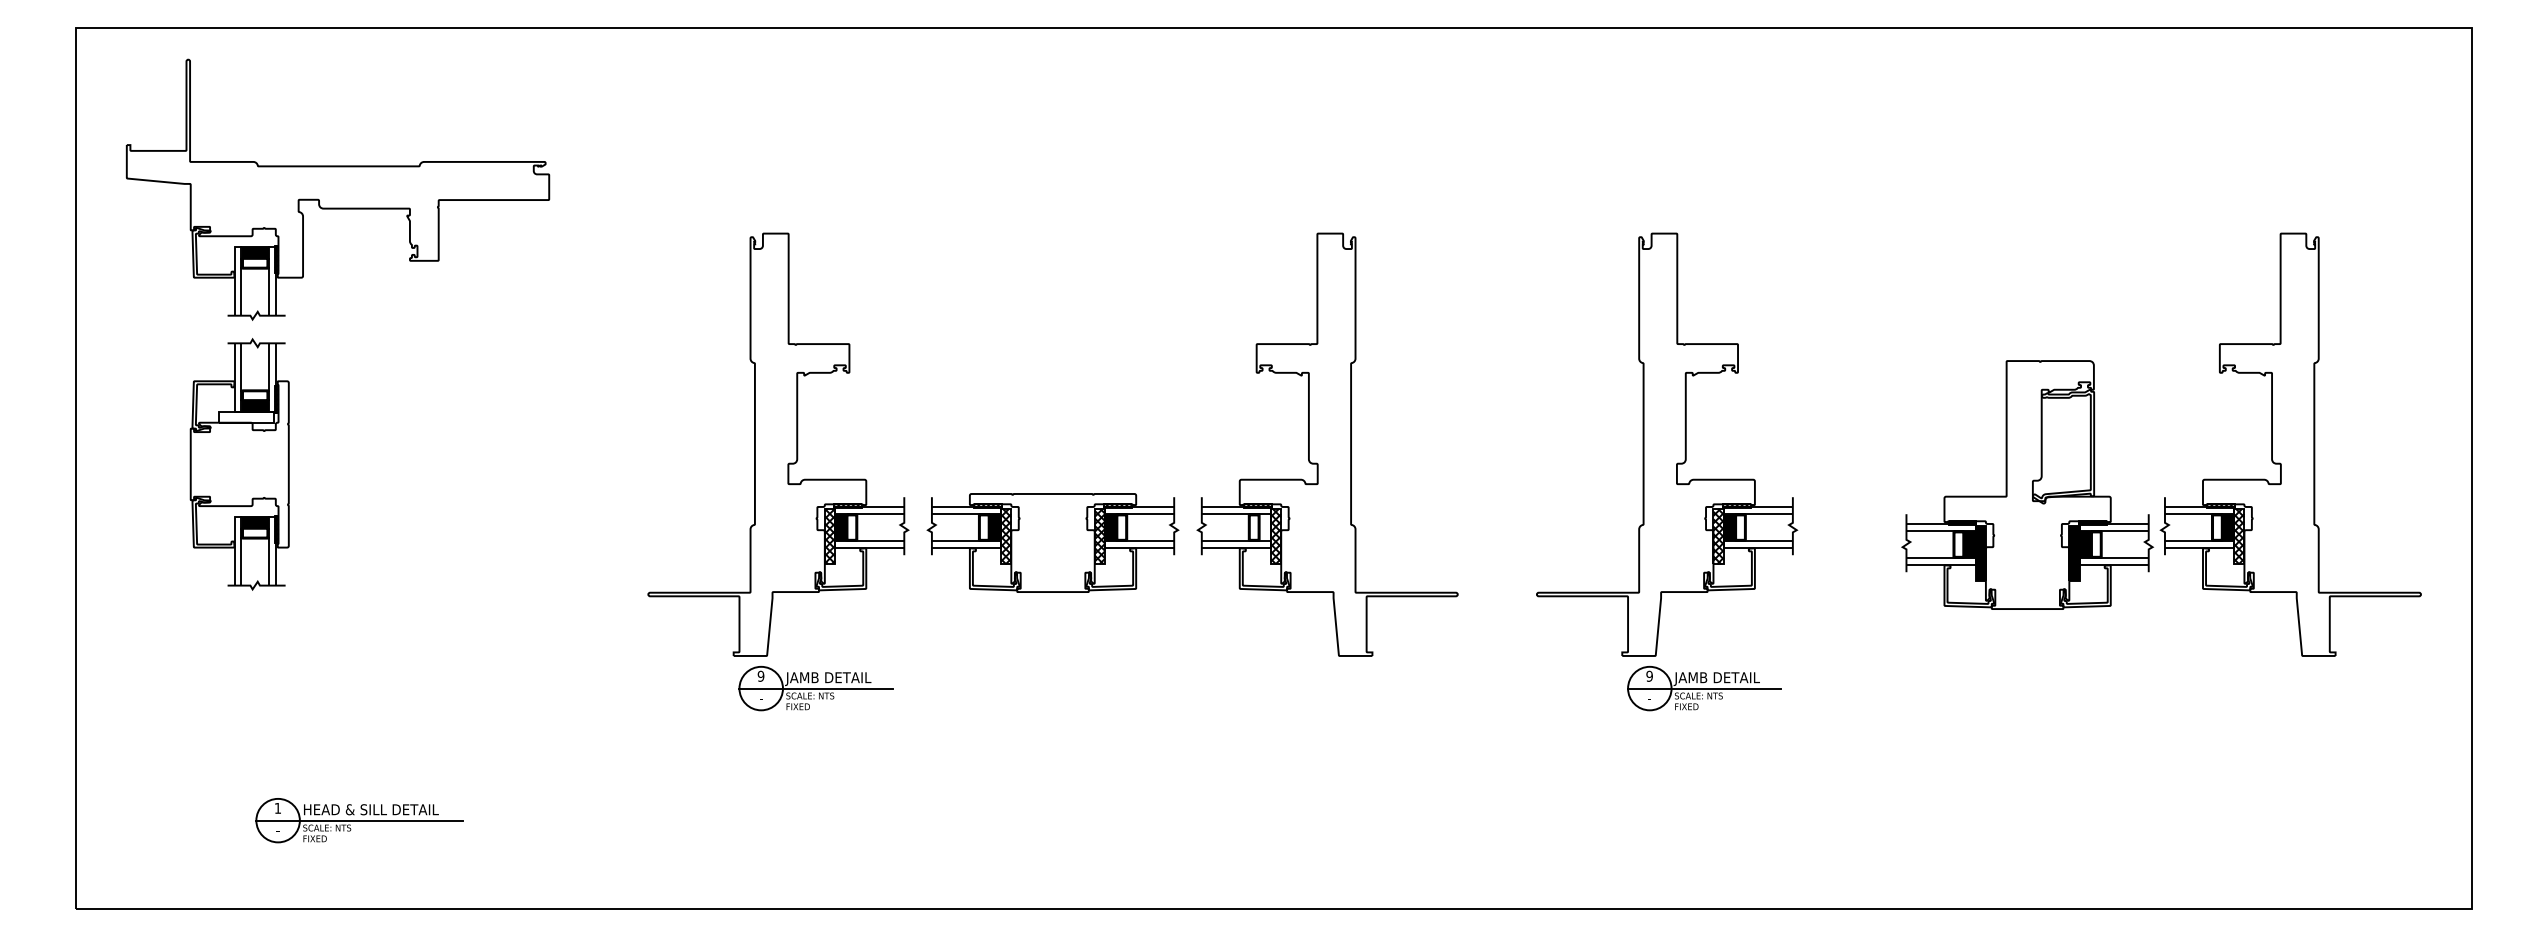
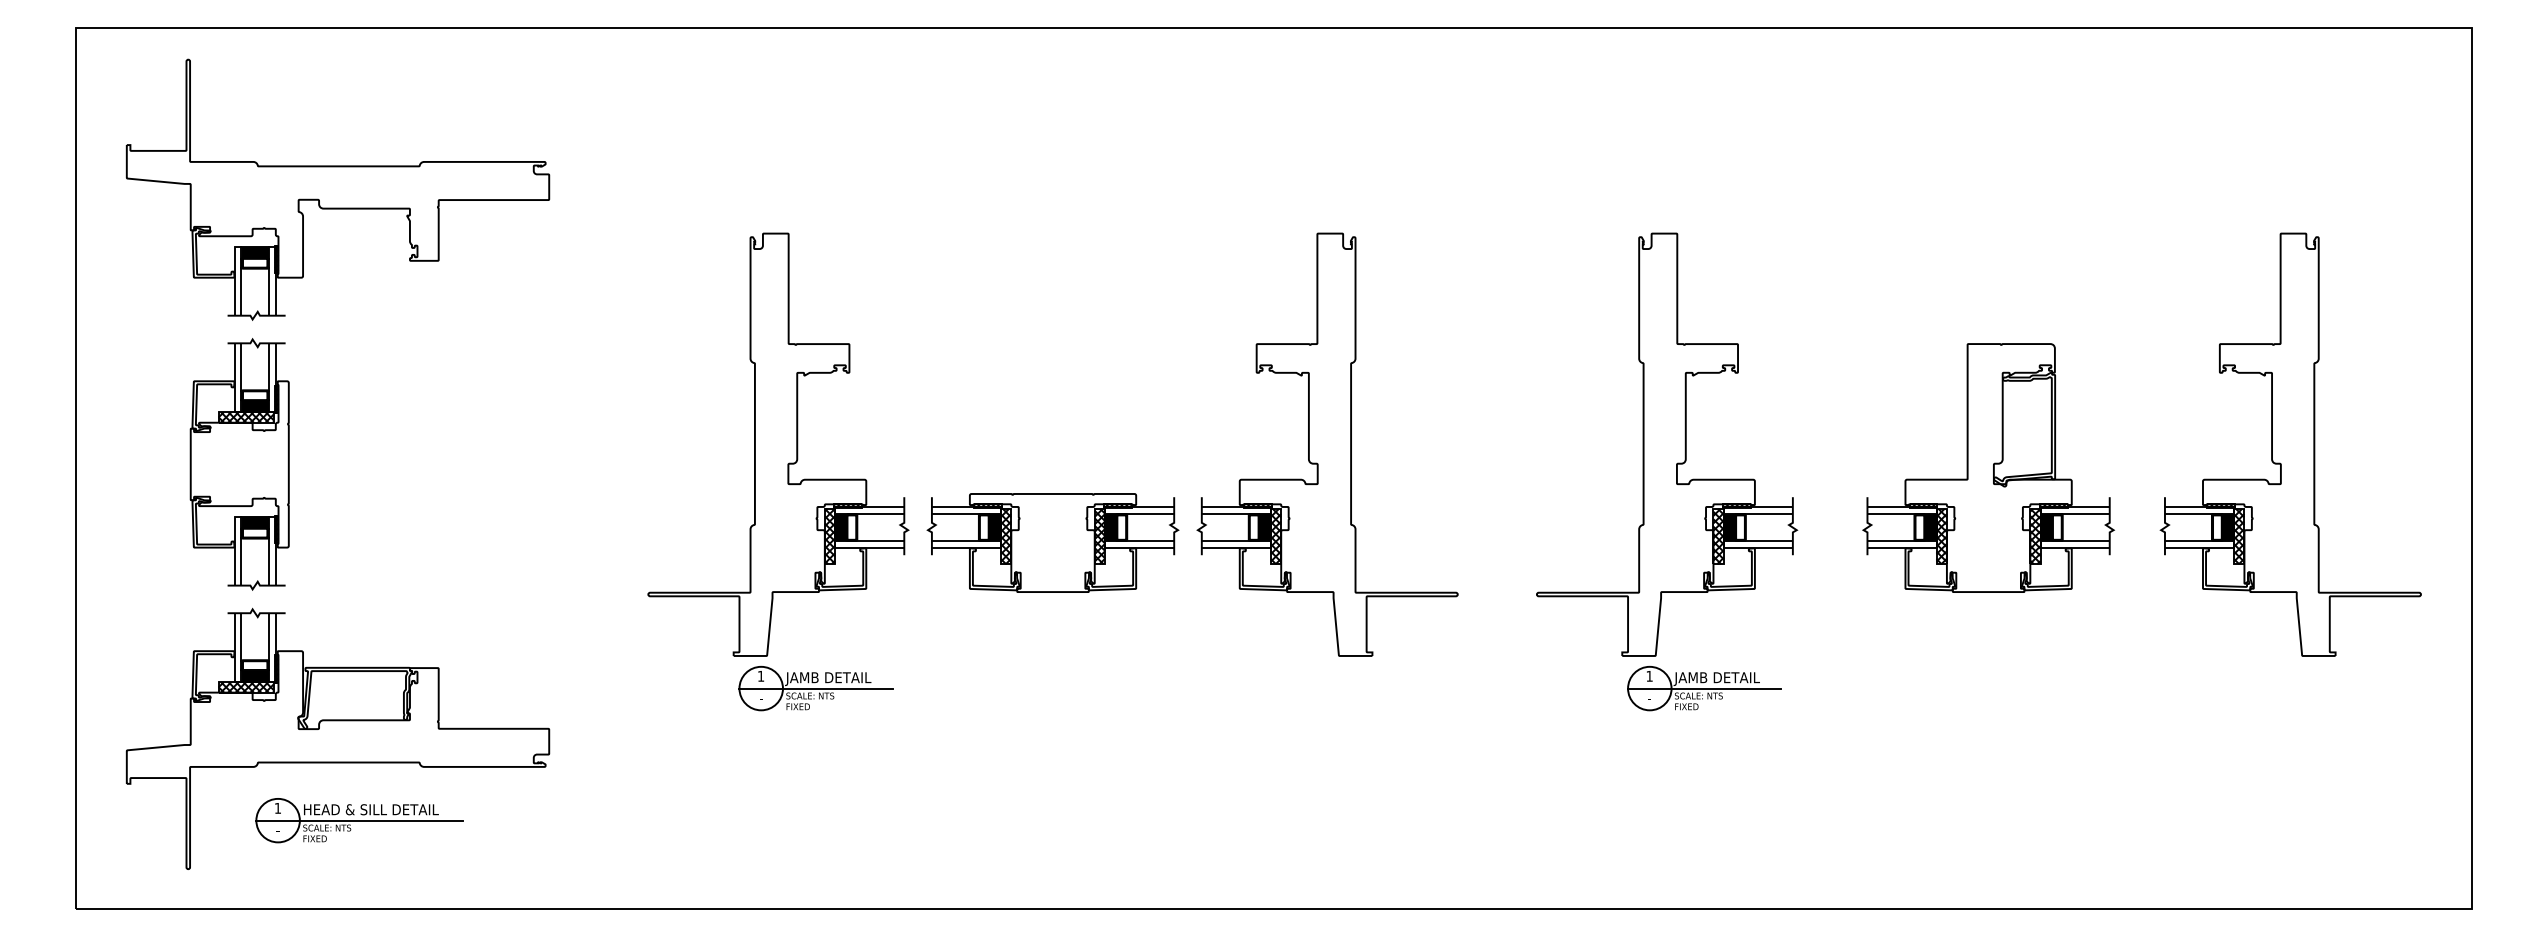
hatch at (245, 417): none -> present
part at (2027, 484) position: (2027, 484) -> (1988, 467)
fill at (1264, 527): none -> present
text at (760, 675): 9 -> 1
text at (1649, 675): 9 -> 1
part at (337, 738): none -> present
